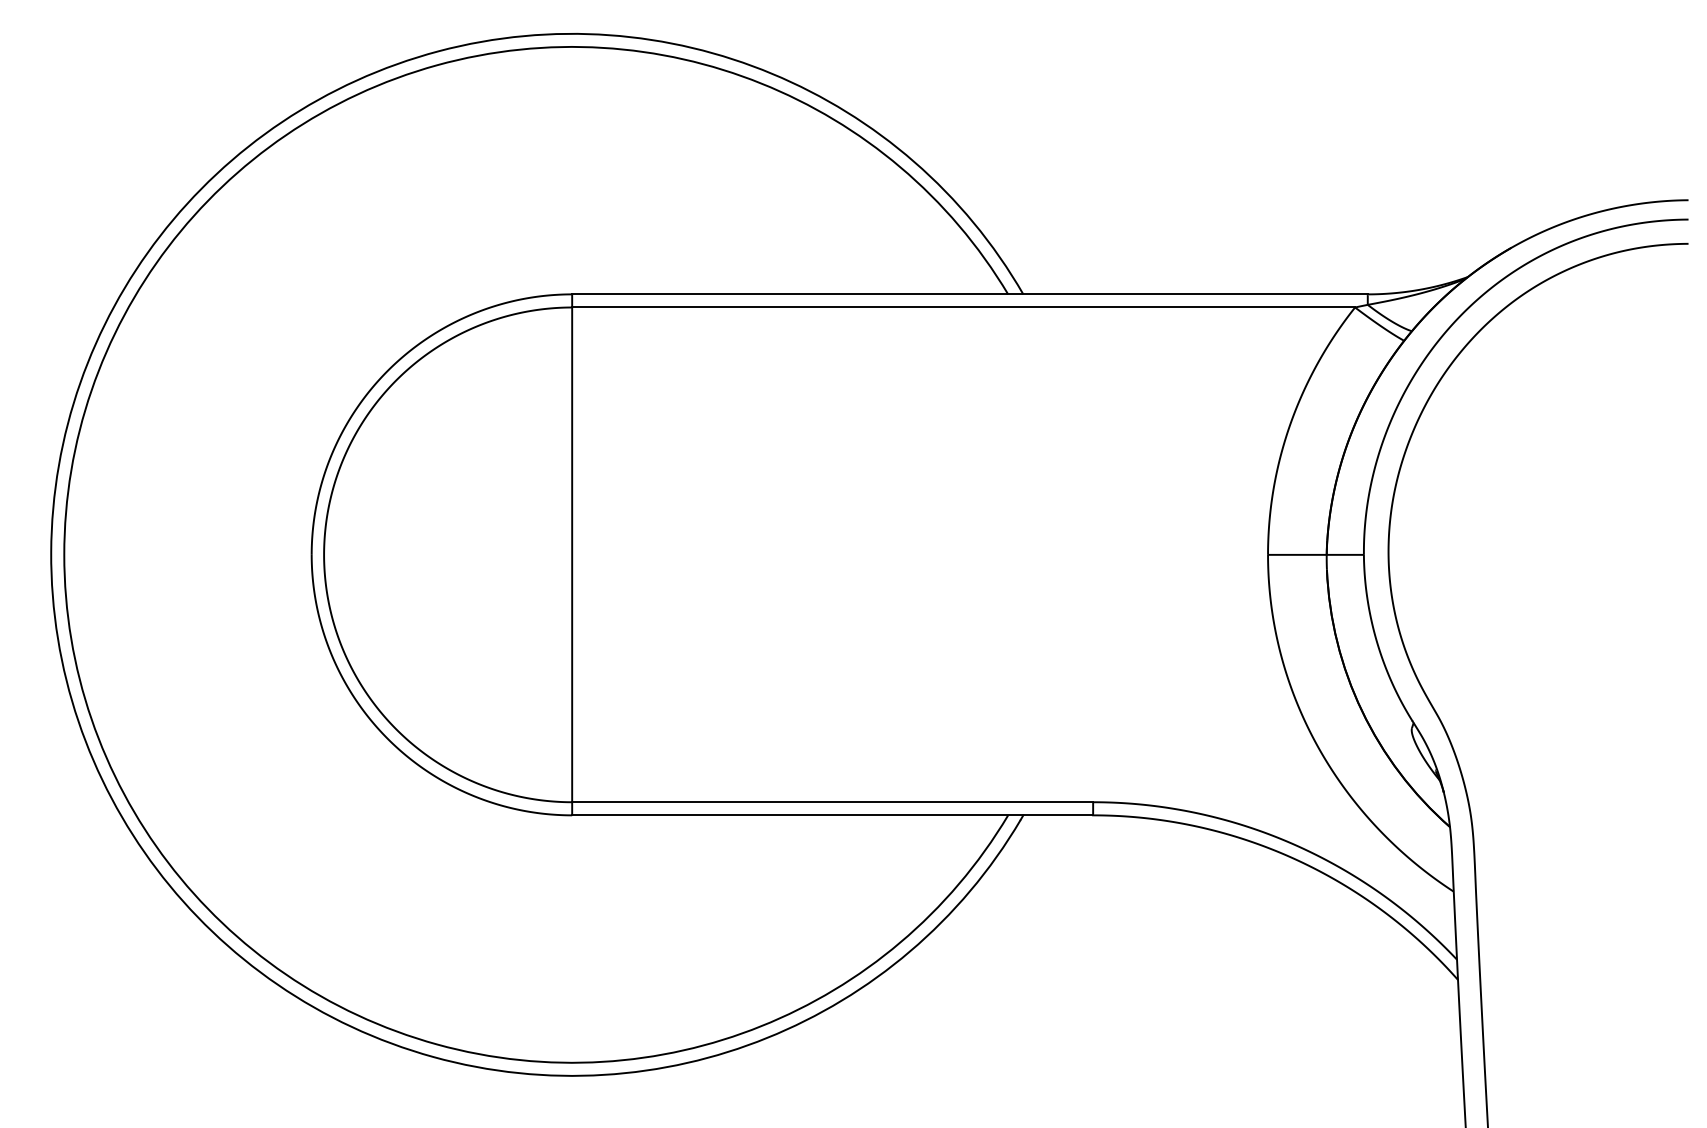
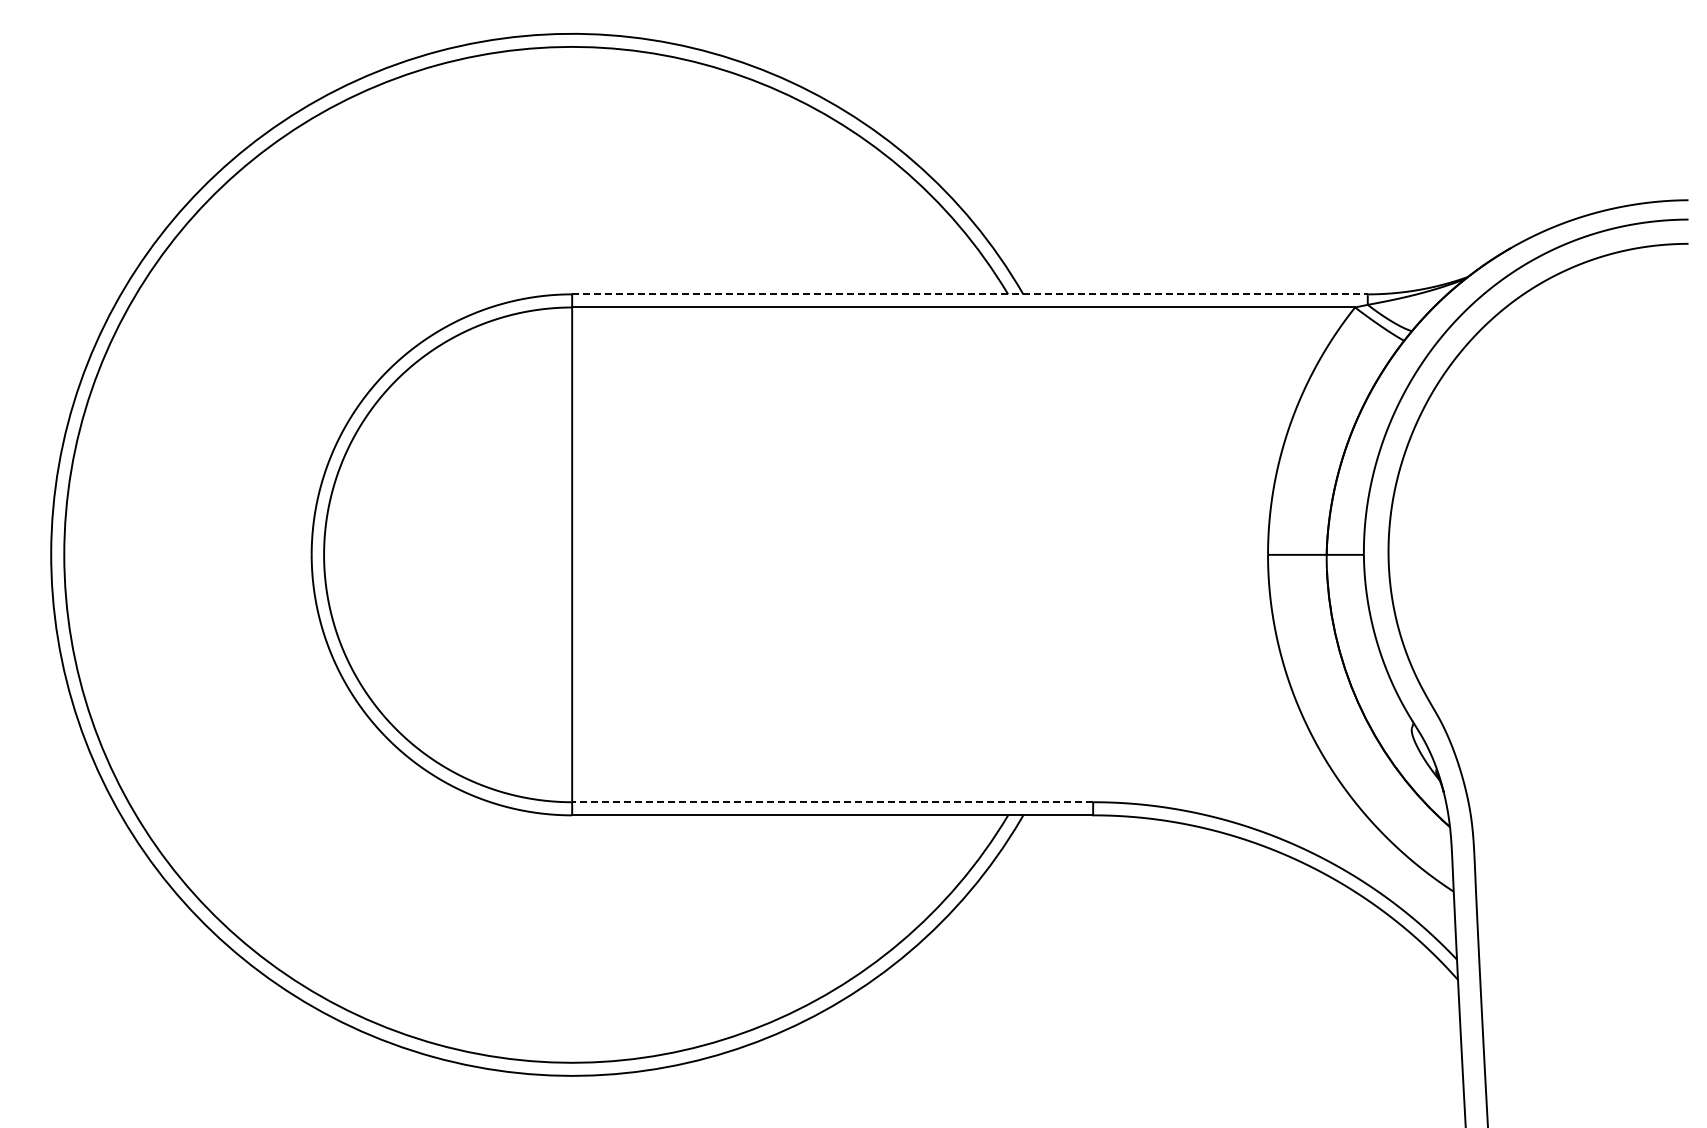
line at (969, 294): solid -> dashed
line at (832, 802): solid -> dashed
